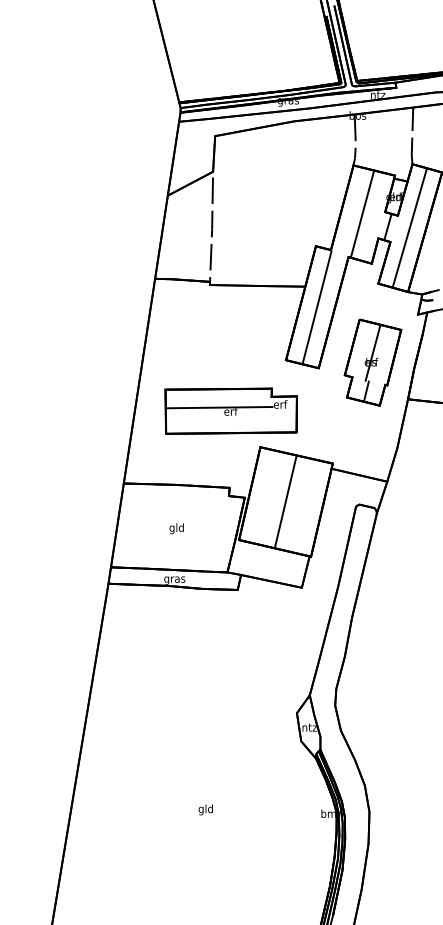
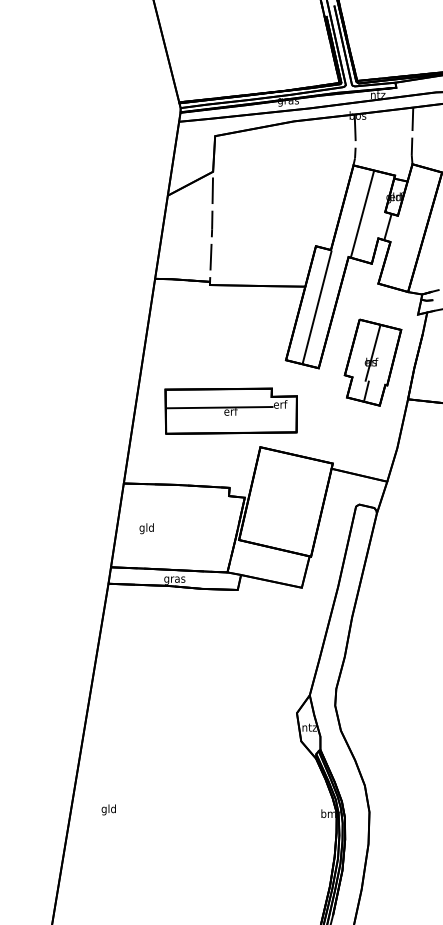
line at (409, 227): present -> none
line at (285, 501): present -> none
text at (176, 528) position: (176, 528) -> (146, 528)
text at (205, 809) position: (205, 809) -> (108, 809)
